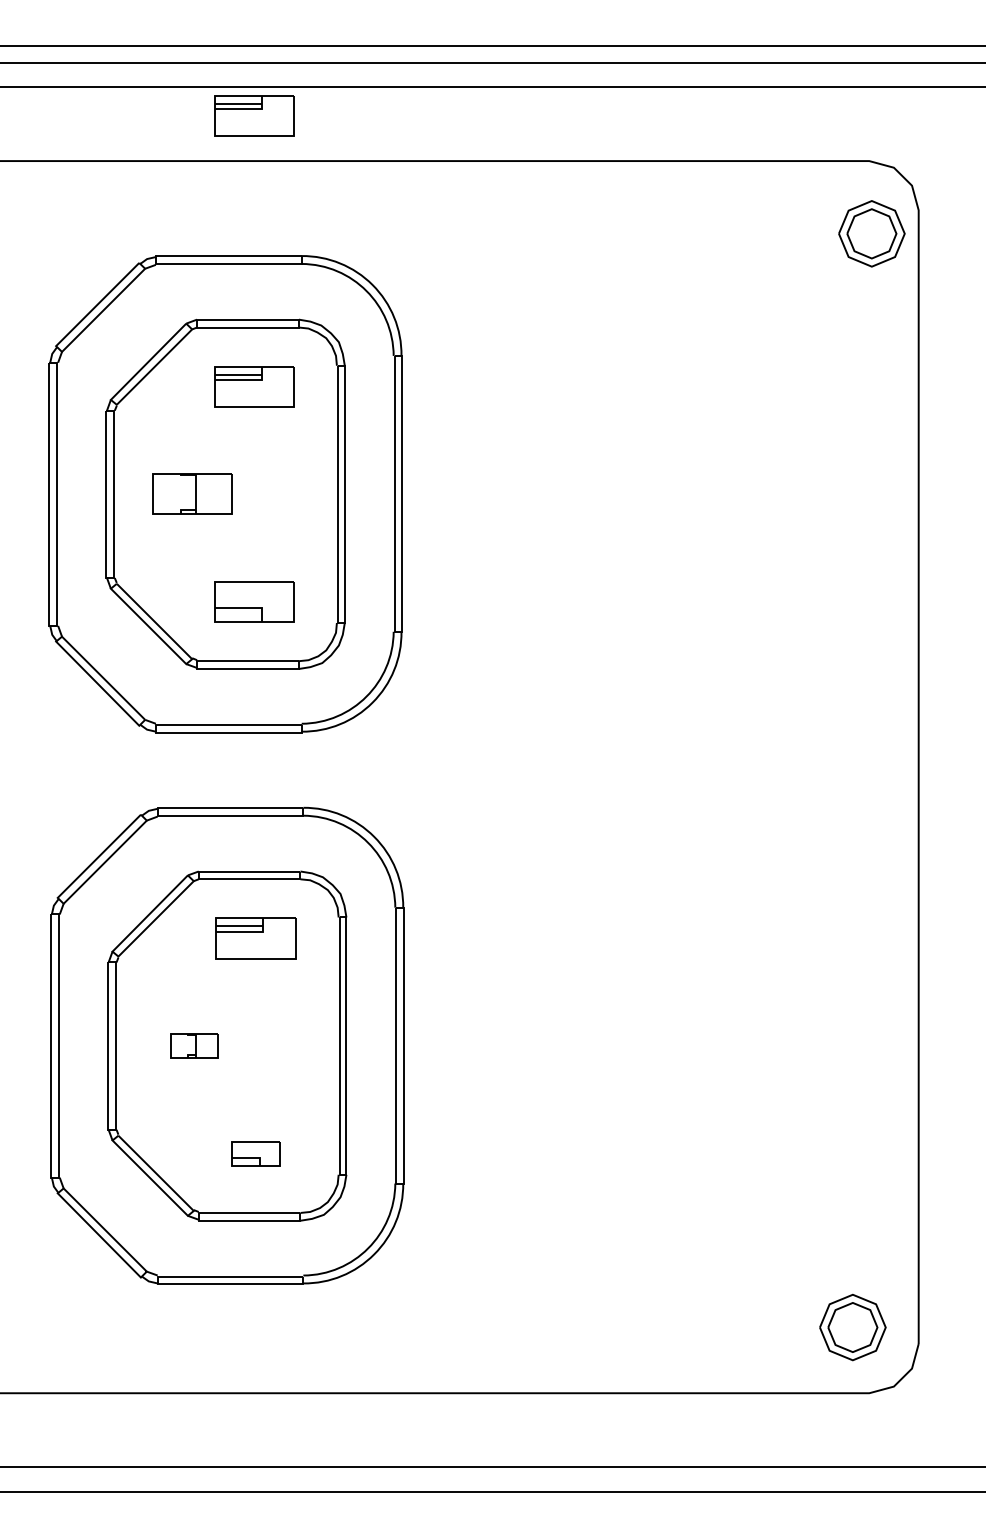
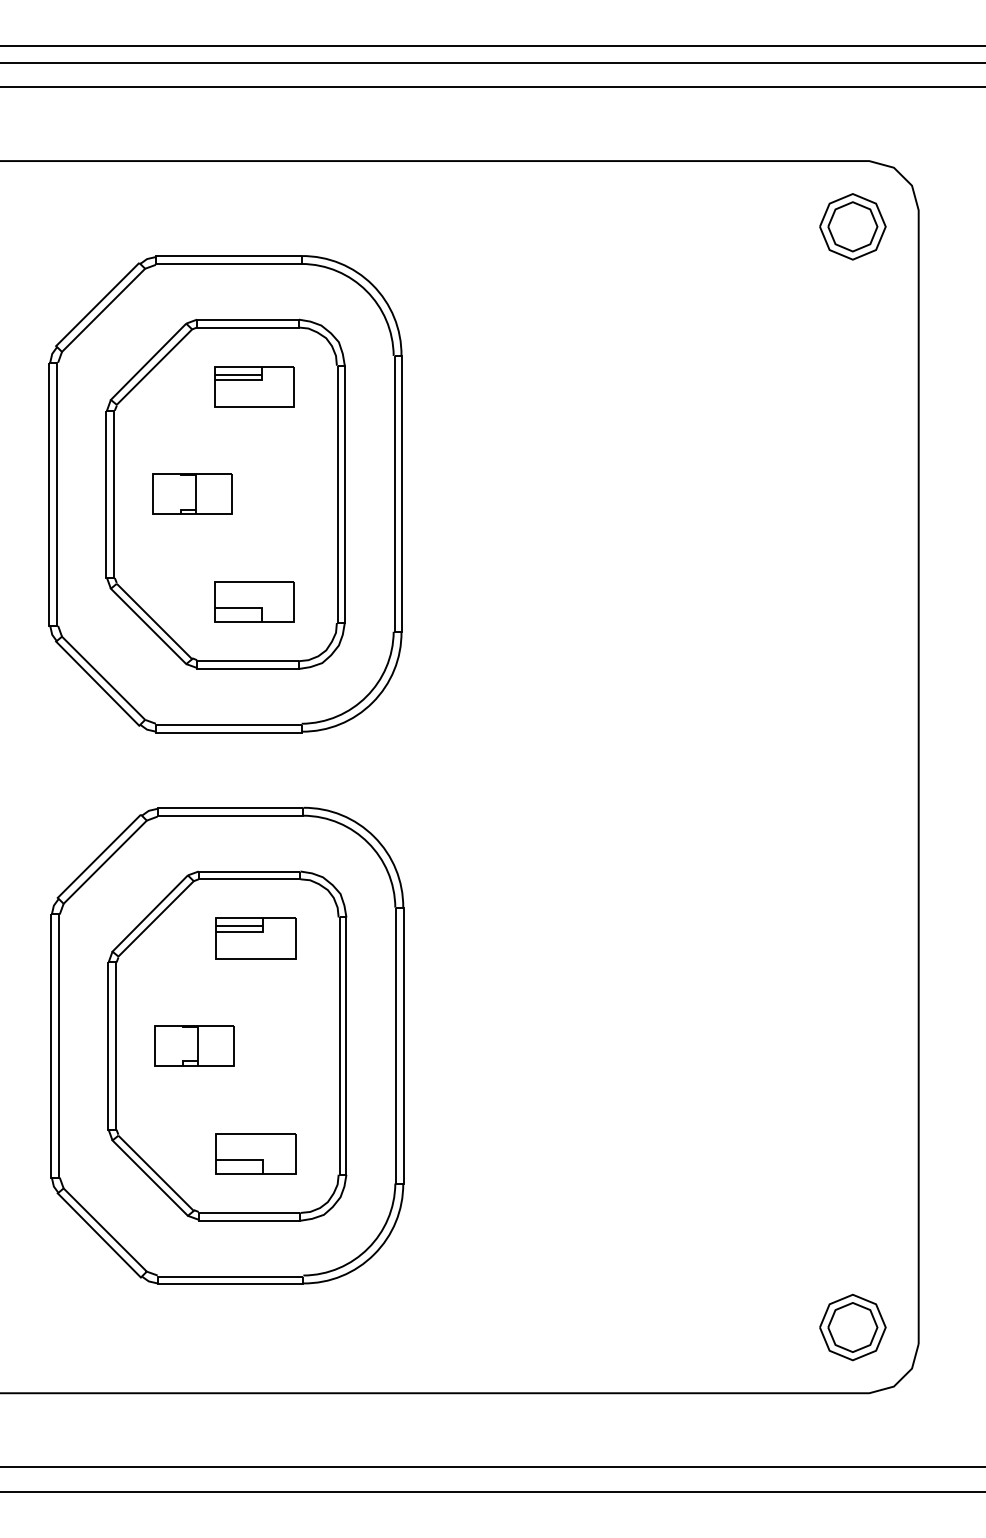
part at (254, 115): present -> none
part at (871, 233) position: (871, 233) -> (852, 226)
part at (194, 1045) size: 49x26 px -> 81x42 px
part at (255, 1153) size: 50x26 px -> 82x42 px
